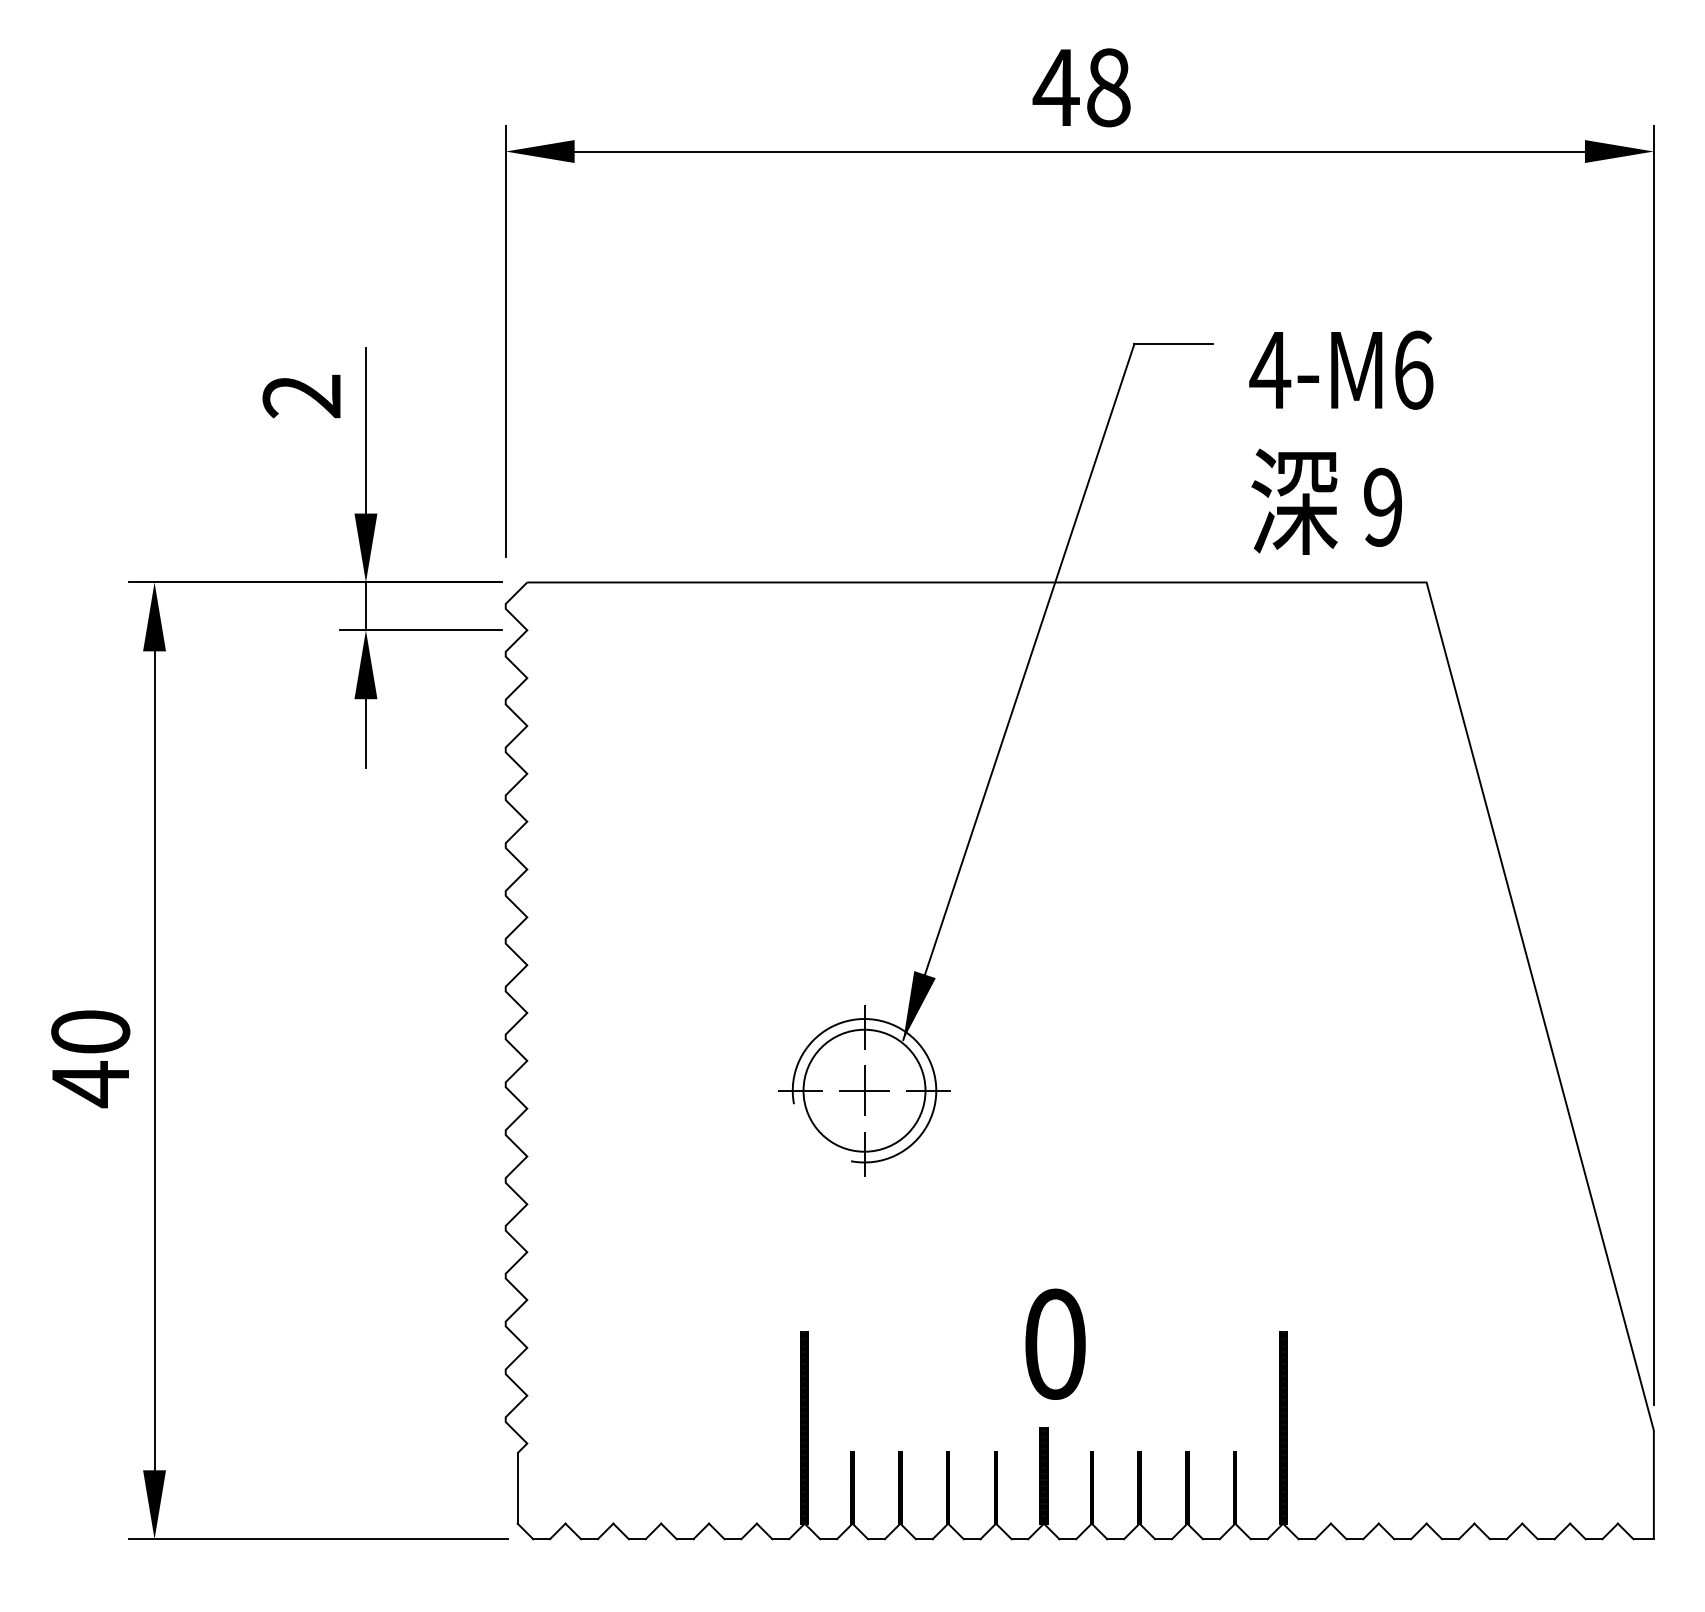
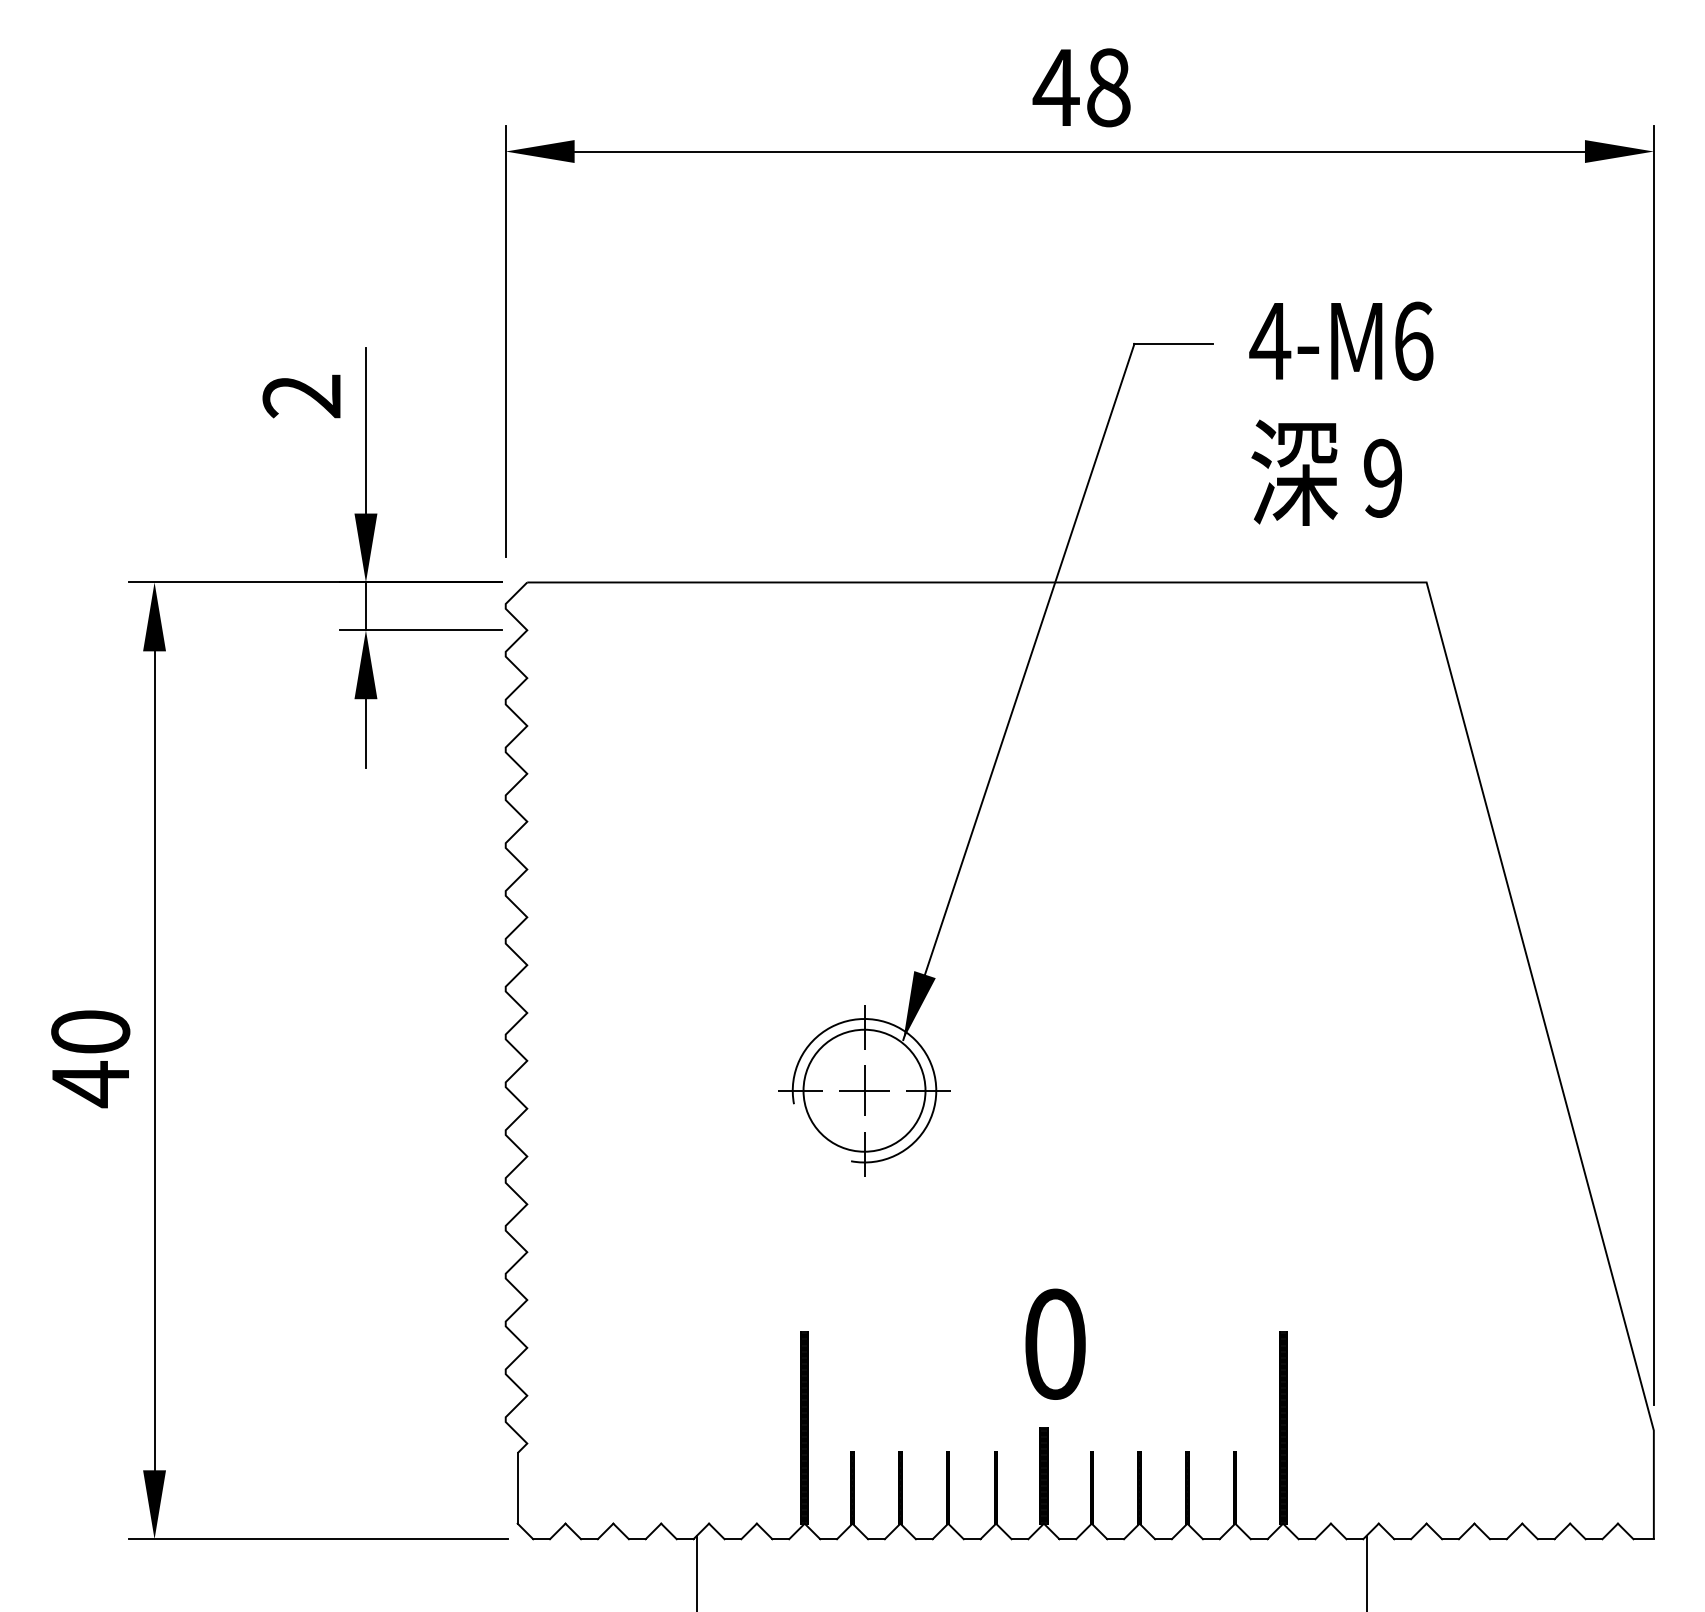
text at (1341, 442) position: (1341, 442) -> (1341, 413)
line at (697, 1571): none -> present
line at (1366, 1571): none -> present
